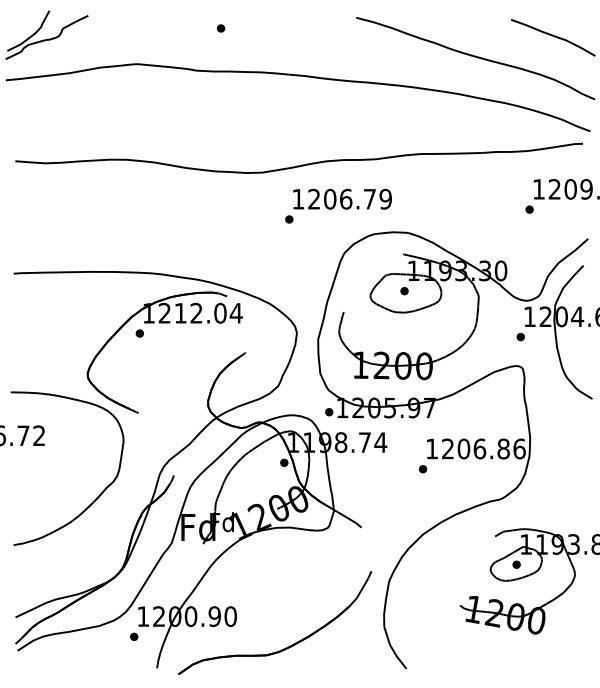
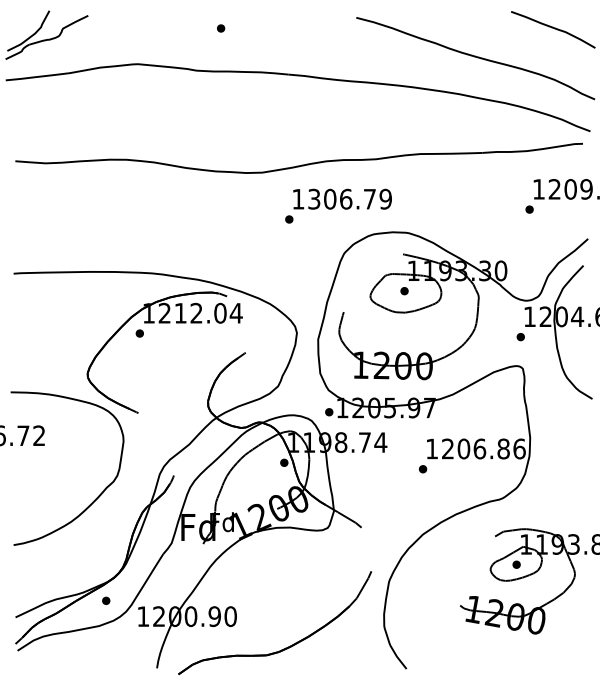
curve at (553, 36) position: (553, 36) -> (553, 28)
text at (314, 199): 1206.79 -> 1306.79
part at (134, 636) position: (134, 636) -> (106, 600)
